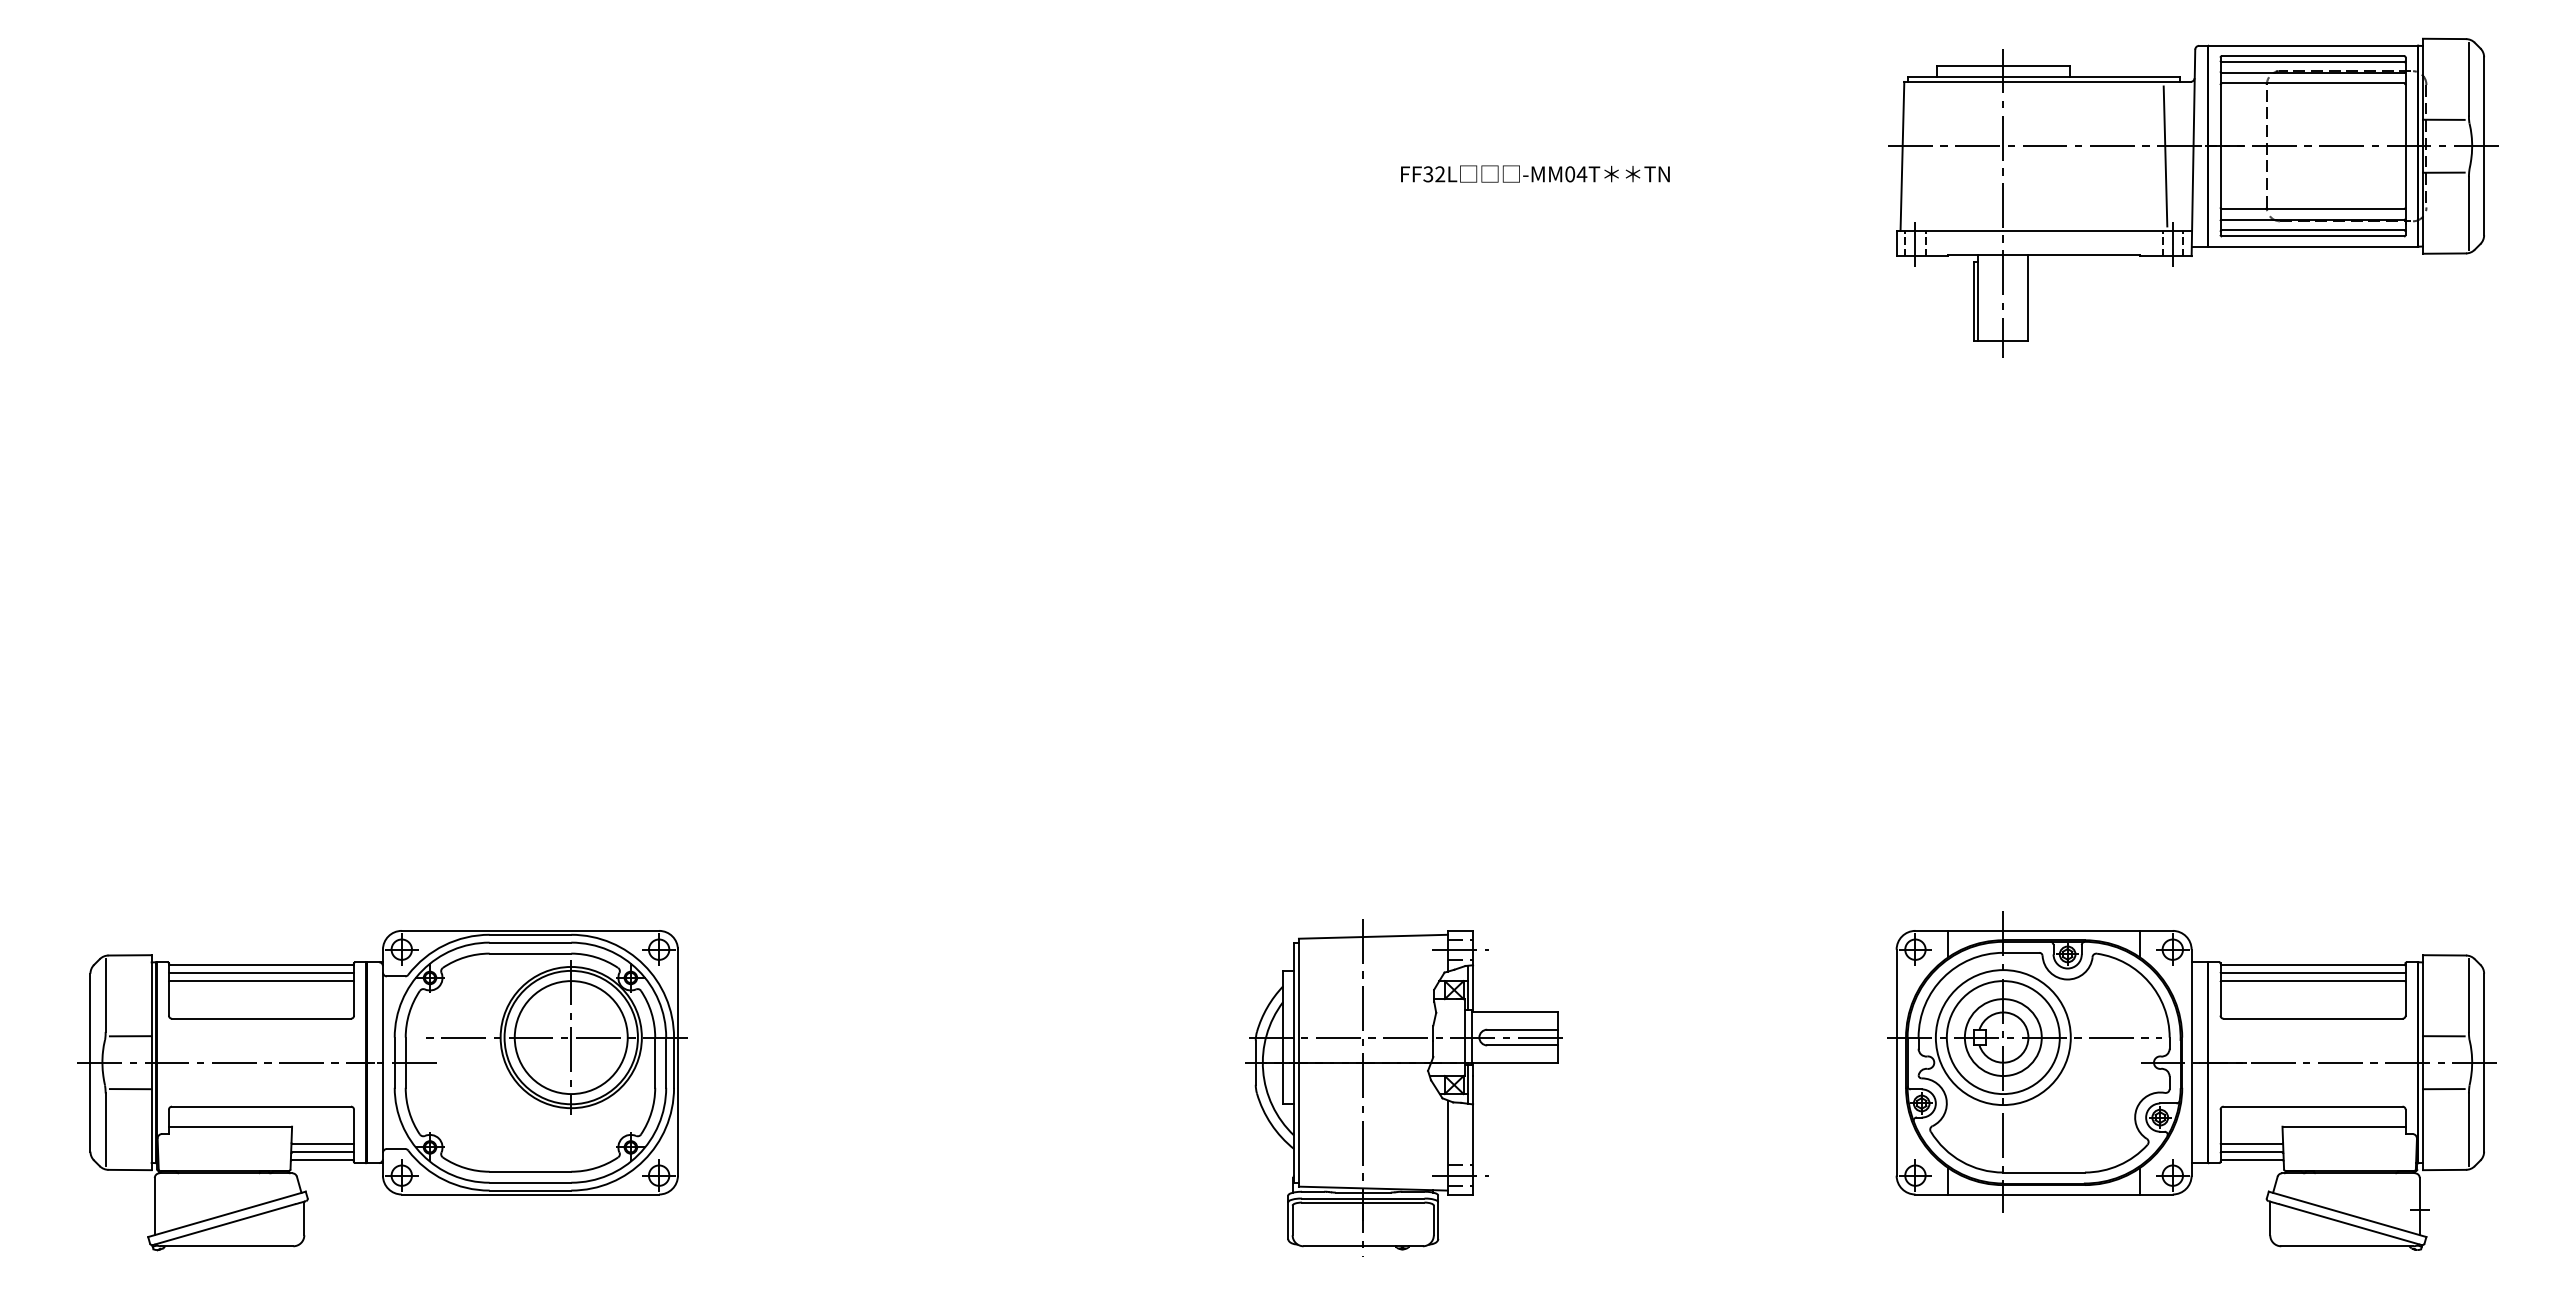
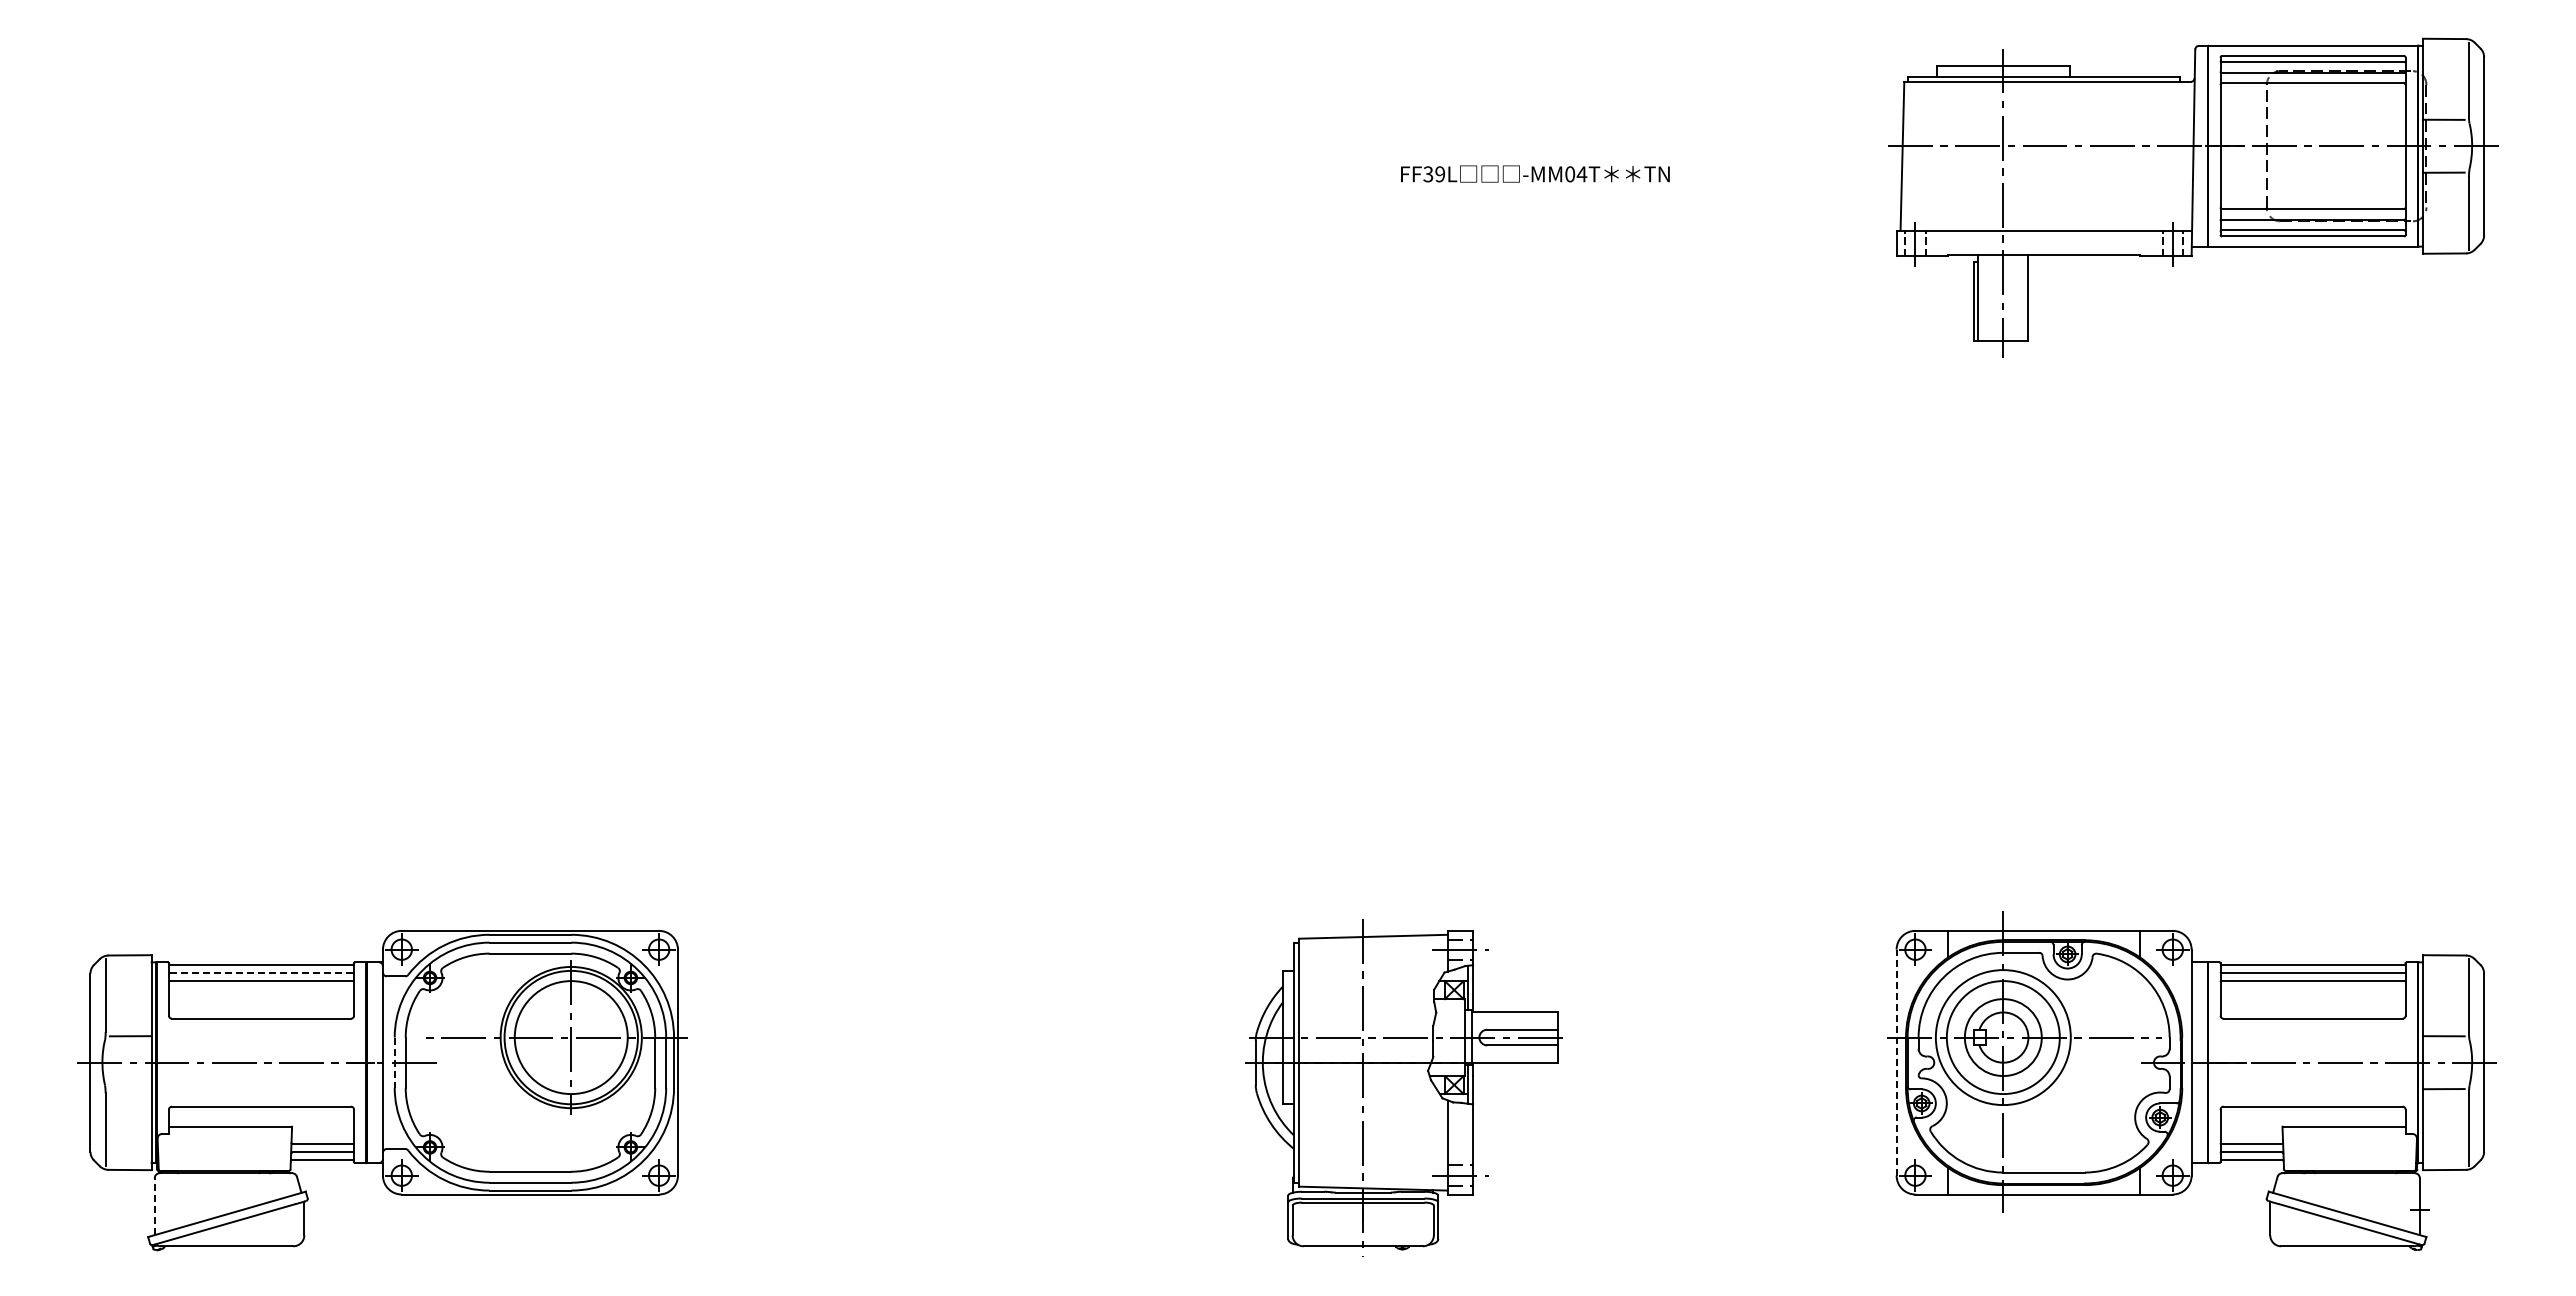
line at (2165, 156): present -> none
text at (1440, 174): FF32L -> FF39L
line at (261, 972): solid -> dashed
line at (1896, 1062): solid -> dashed
line at (394, 1063): solid -> dashed
line at (130, 1089): present -> none
line at (154, 1206): solid -> dashed
